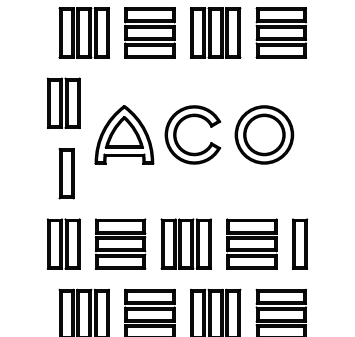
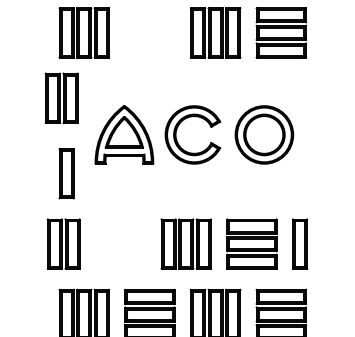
part at (149, 32): present -> none
part at (63, 102) position: (63, 102) -> (61, 97)
part at (120, 243): present -> none
